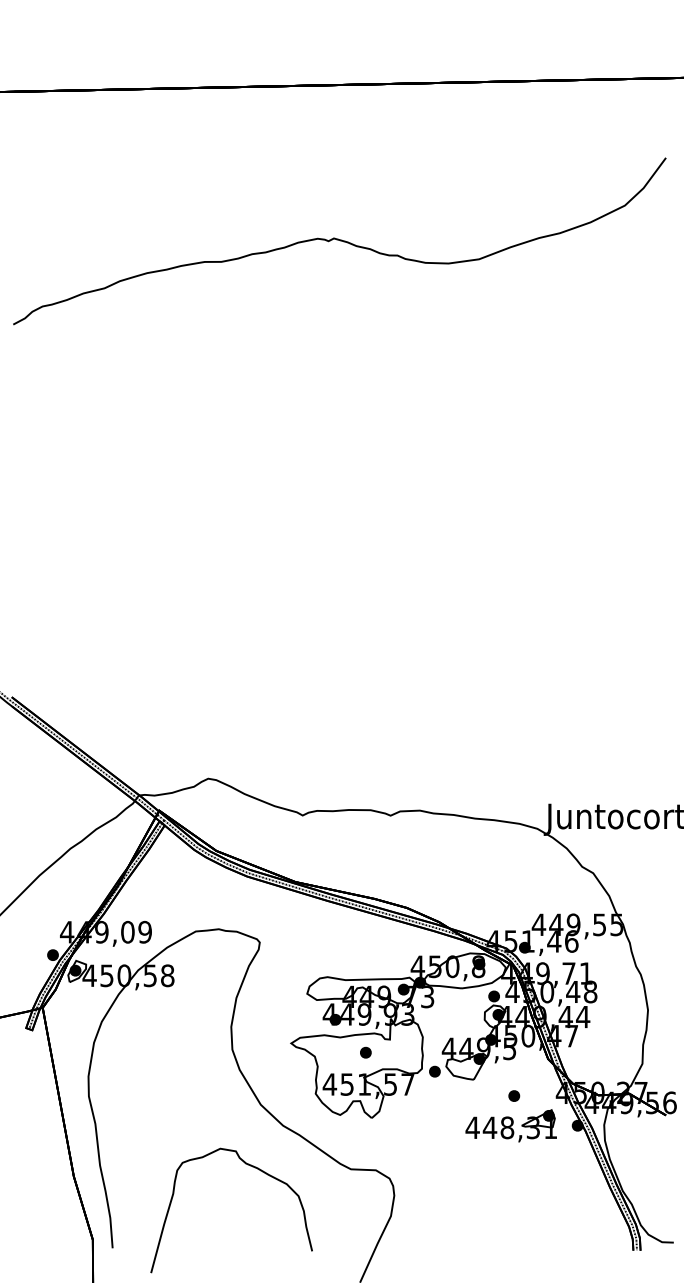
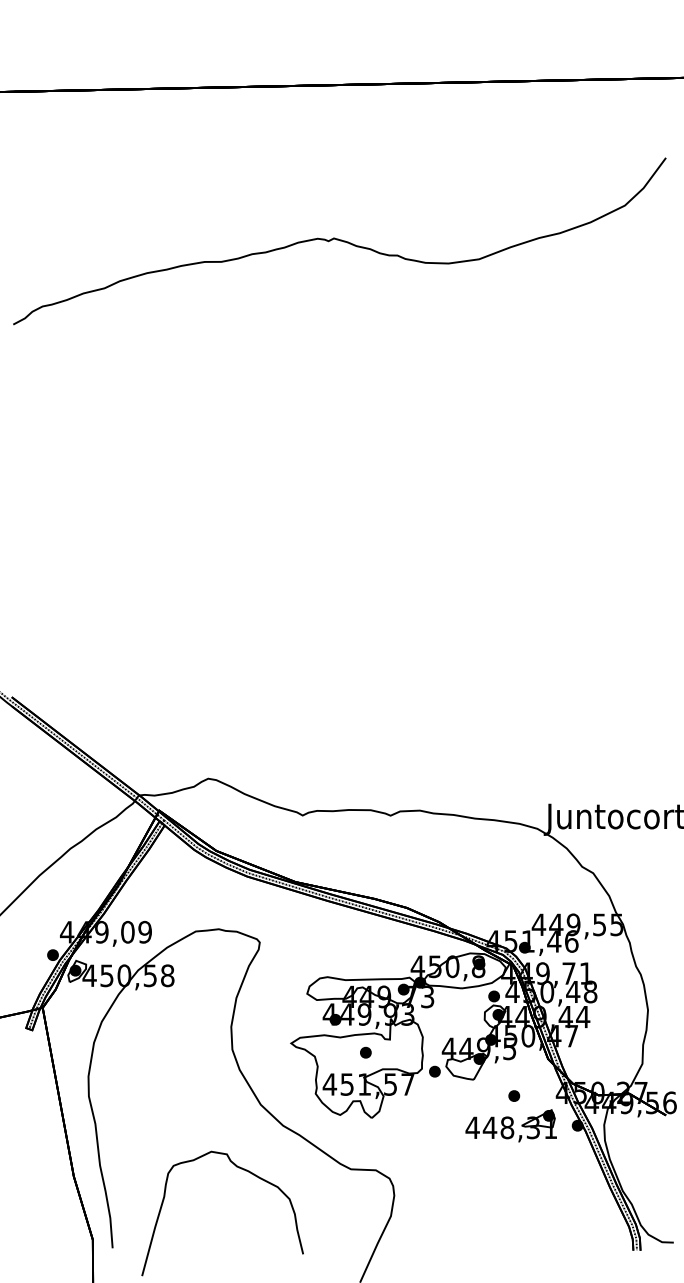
part at (247, 1165) position: (247, 1165) -> (238, 1168)
